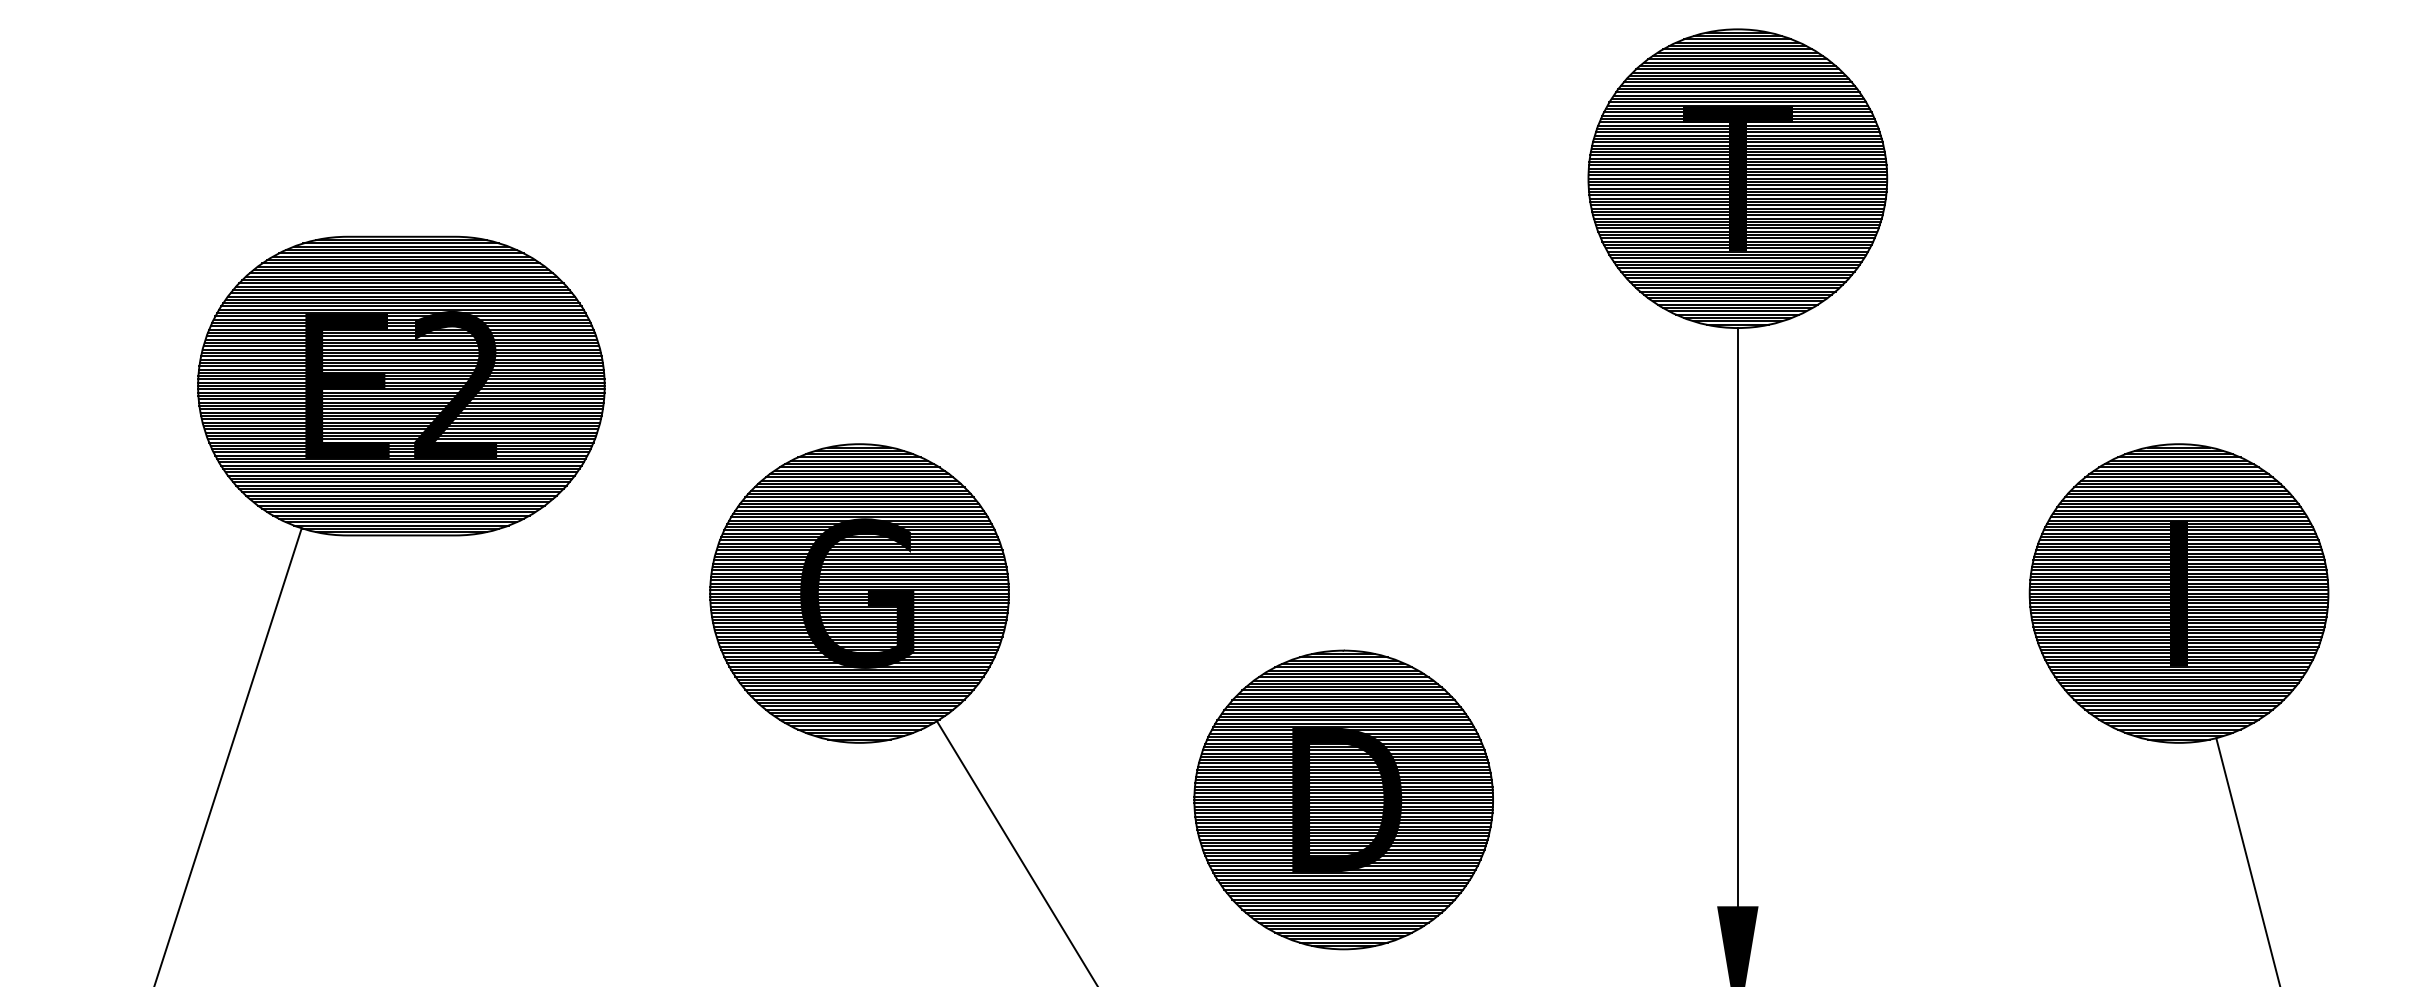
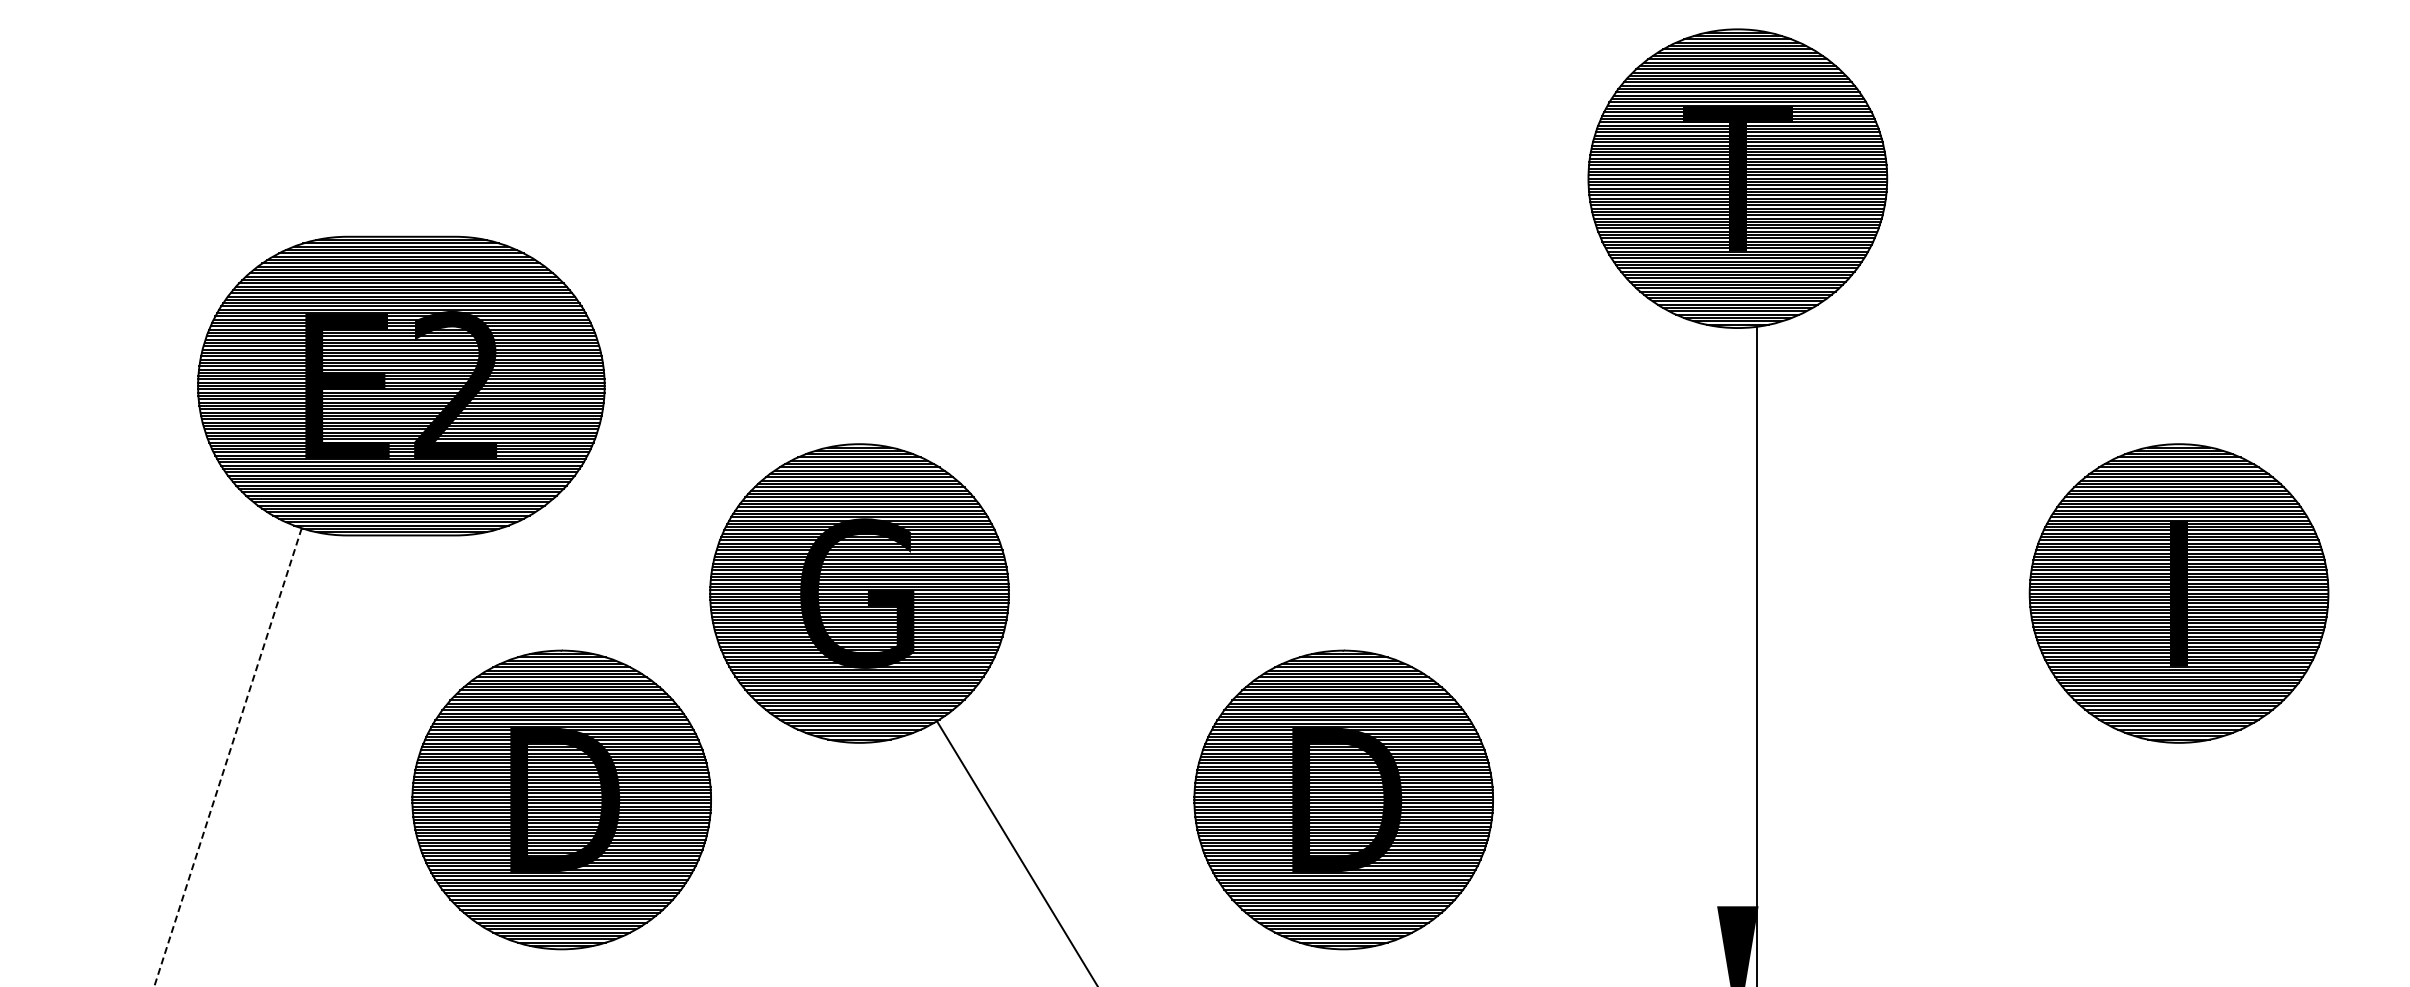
line at (1737, 655) position: (1737, 655) -> (1756, 655)
line at (228, 757): solid -> dashed
part at (561, 799): none -> present
line at (2247, 860): present -> none
